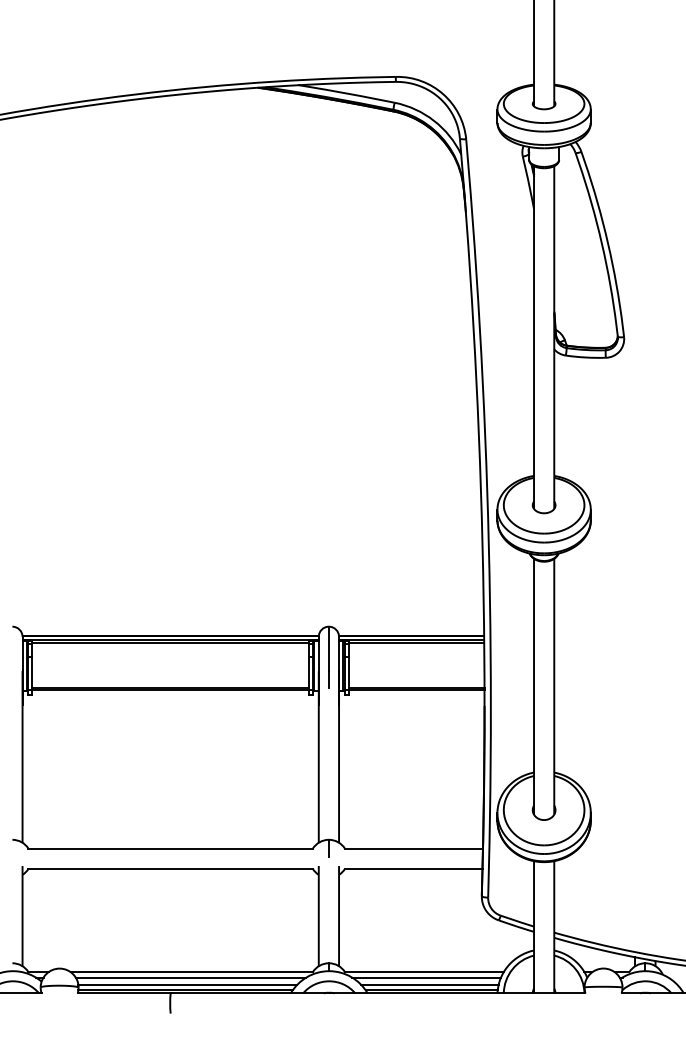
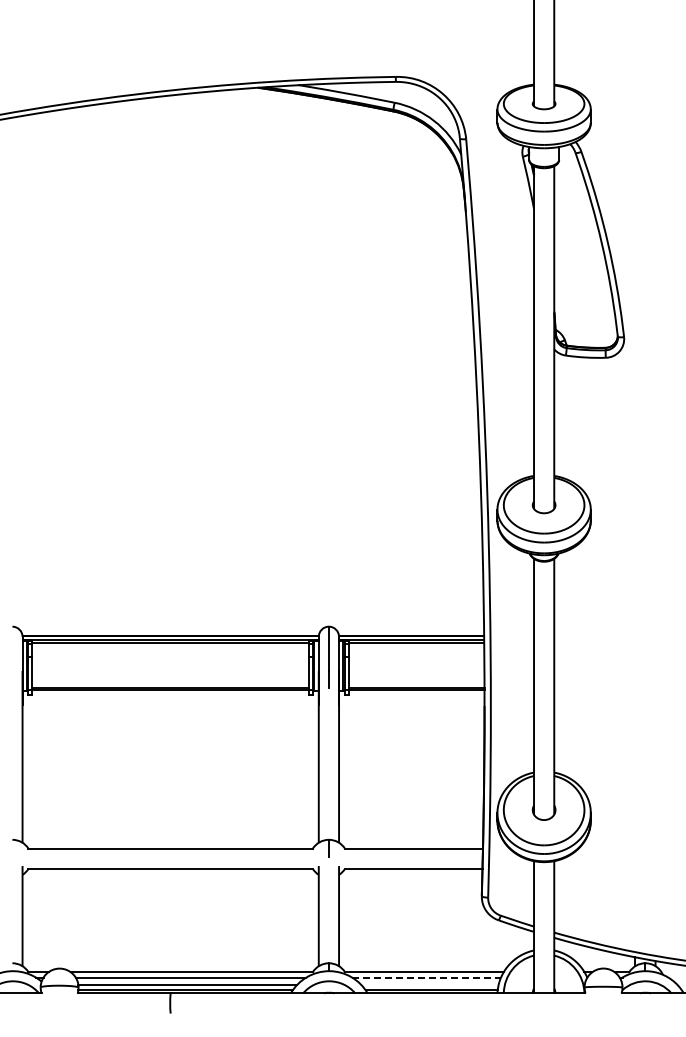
line at (426, 977): solid -> dashed
line at (429, 985): present -> none
